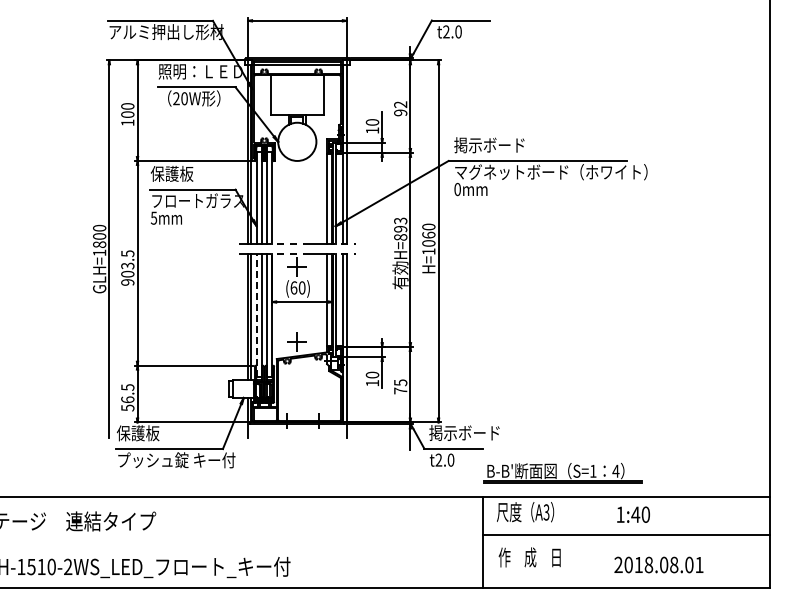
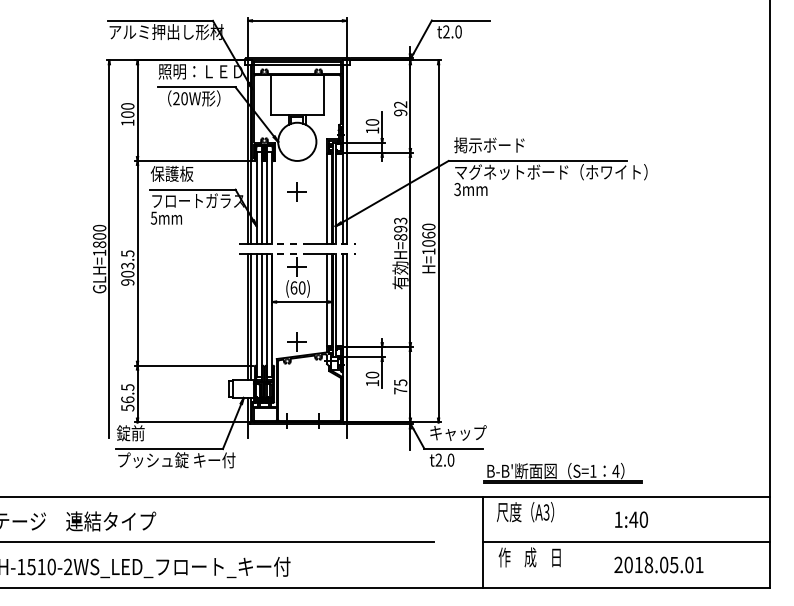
text at (457, 189): 0mm -> 3mm
part at (296, 191): none -> present
line at (256, 315): dashed -> solid
text at (137, 433): 保護板 -> 錠前
text at (464, 433): 掲示ボード -> キャップ
text at (633, 514) position: (633, 514) -> (631, 519)
line at (626, 535) position: (626, 535) -> (626, 542)
line at (218, 542): none -> present
text at (674, 564): 2018.08.01 -> 2018.05.01
